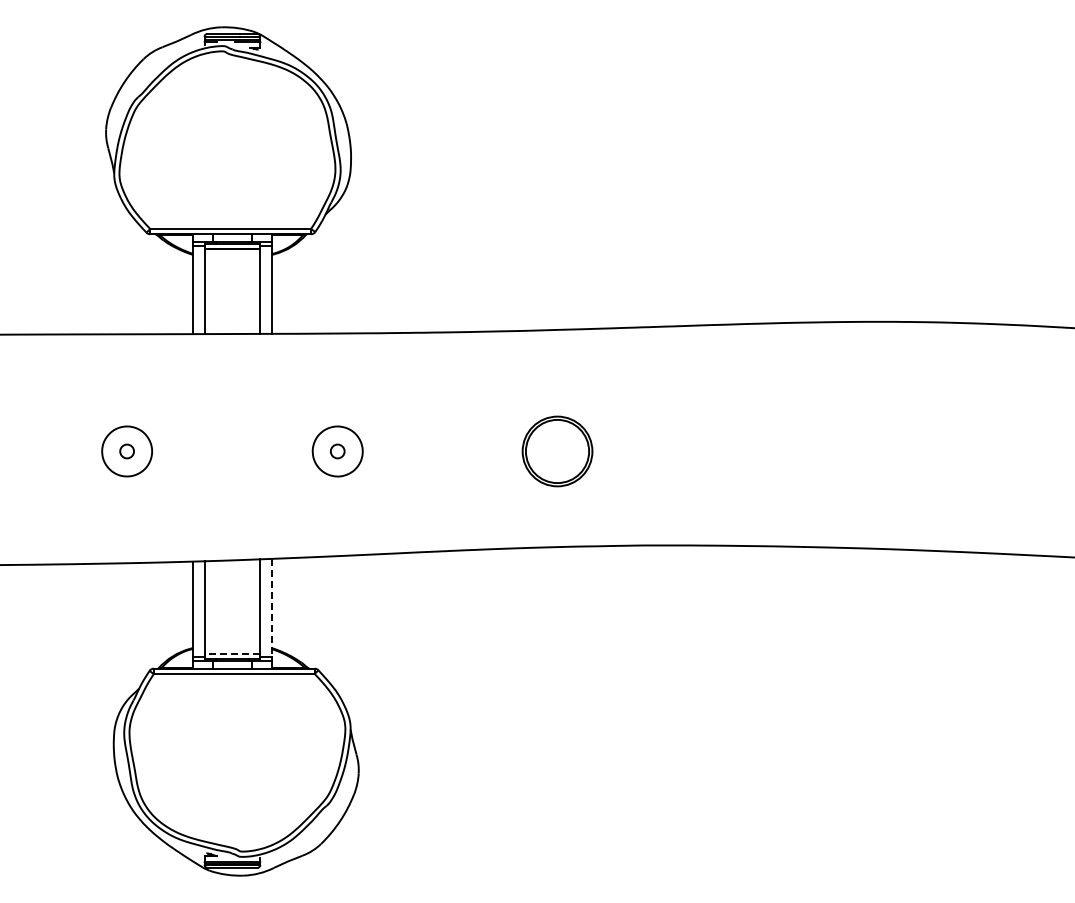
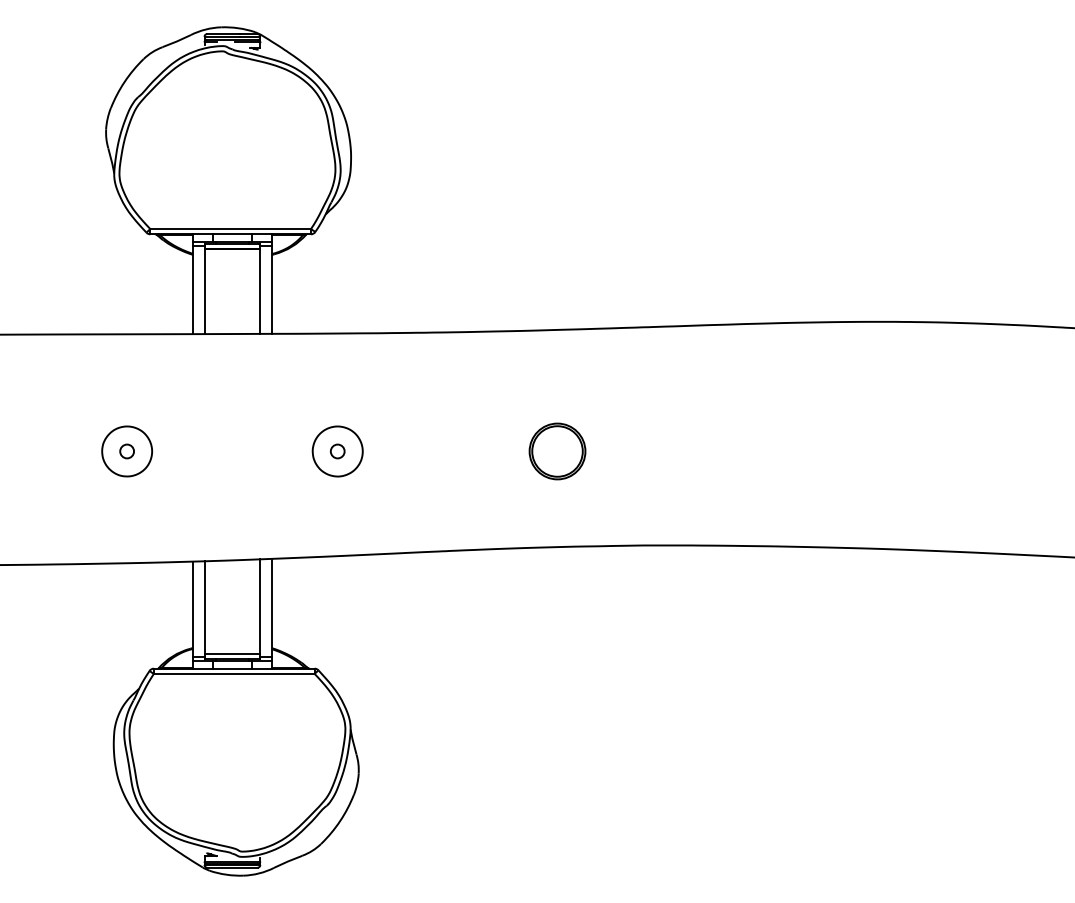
part at (557, 451) size: 73x73 px -> 59x59 px
line at (271, 607): dashed -> solid
line at (232, 654): dashed -> solid
